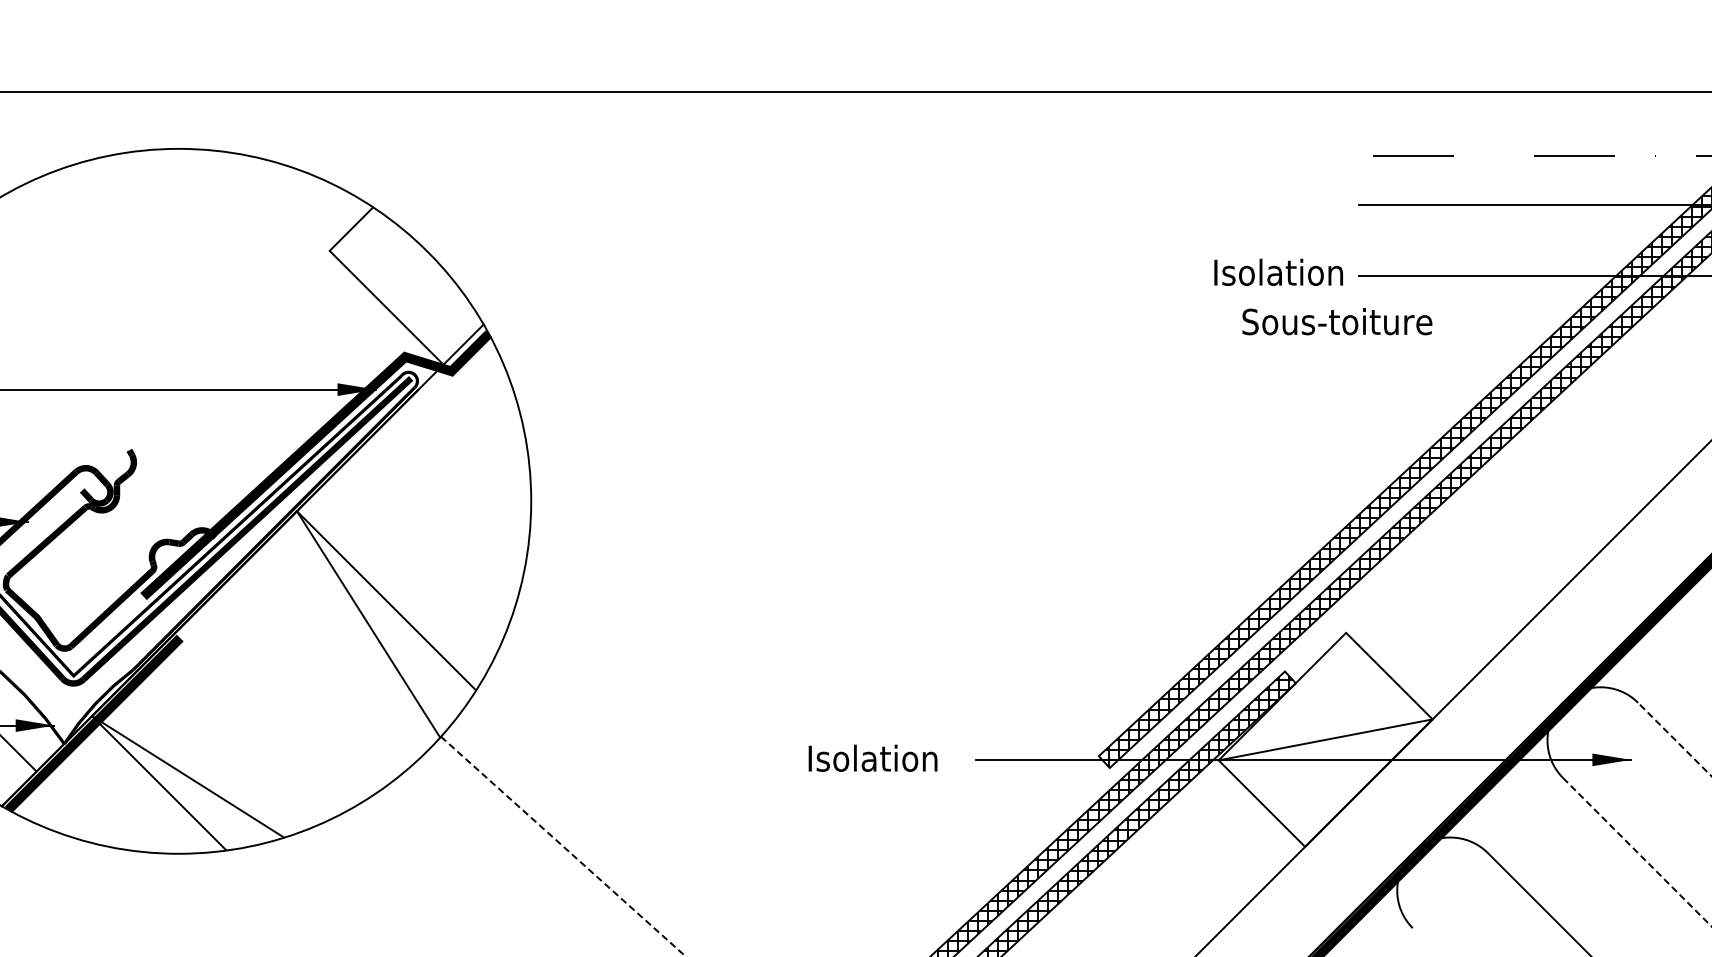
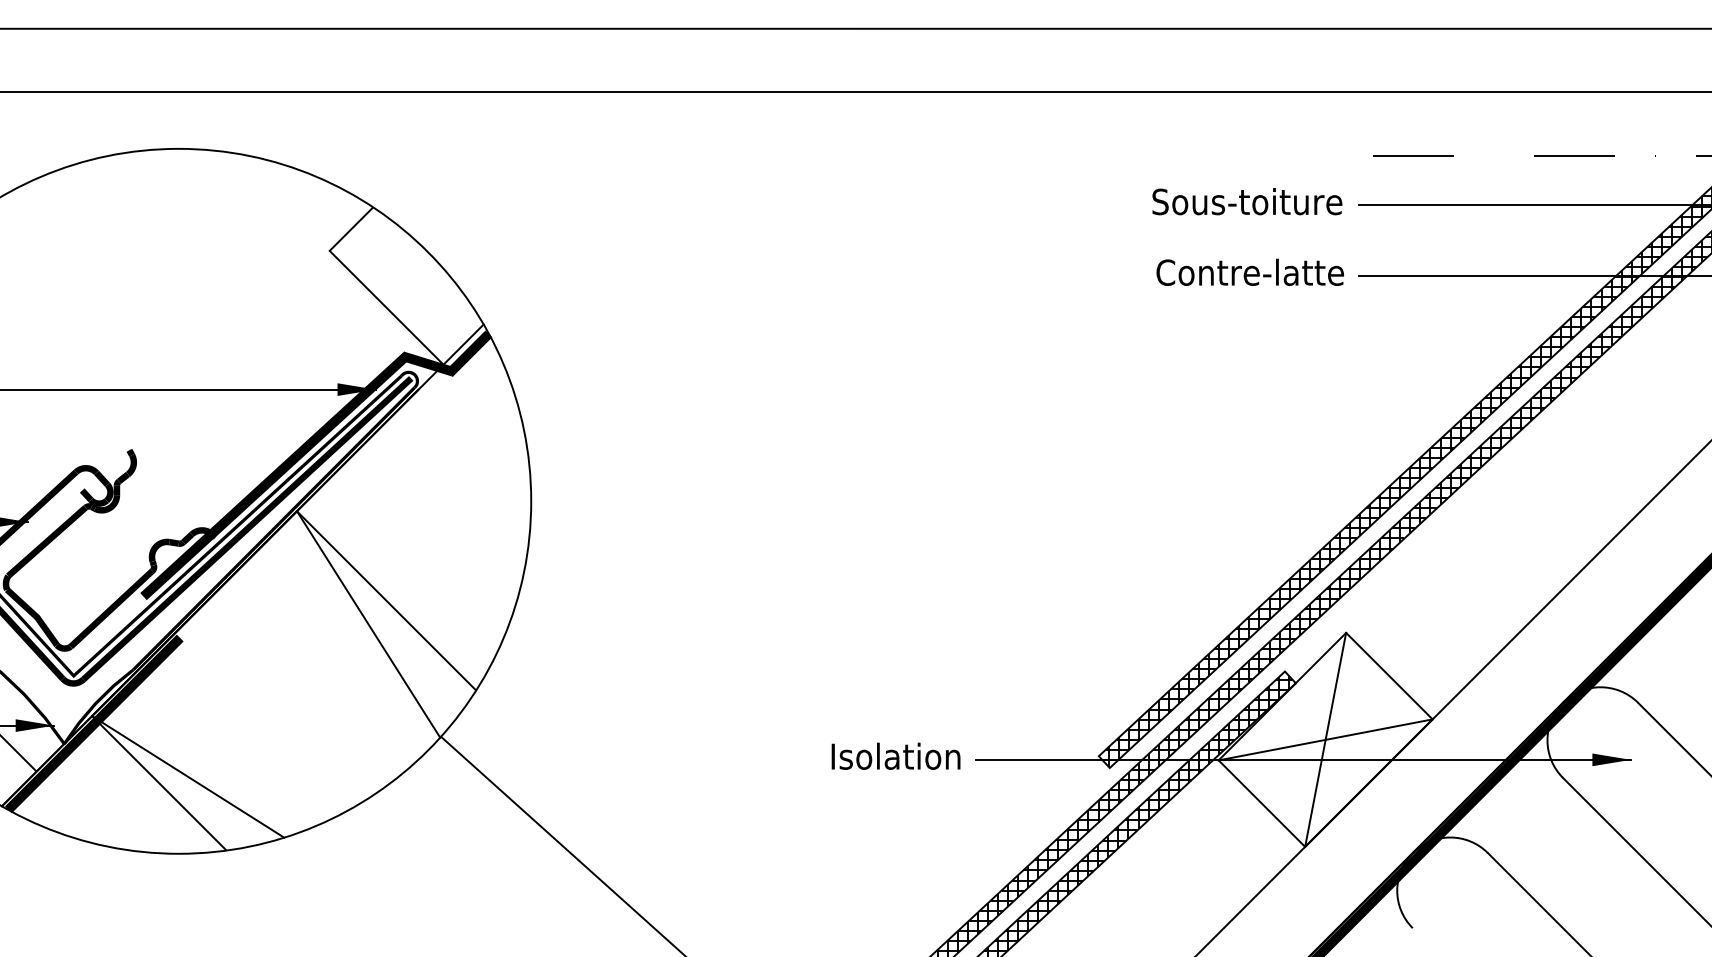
line at (855, 28): none -> present
text at (1250, 271): Isolation -> Contre-latte
text at (1337, 321) position: (1337, 321) -> (1247, 201)
line at (1325, 739): none -> present
line at (1674, 739): dashed -> solid
text at (872, 757) position: (872, 757) -> (895, 755)
line at (563, 846): dashed -> solid
line at (1637, 852): dashed -> solid
